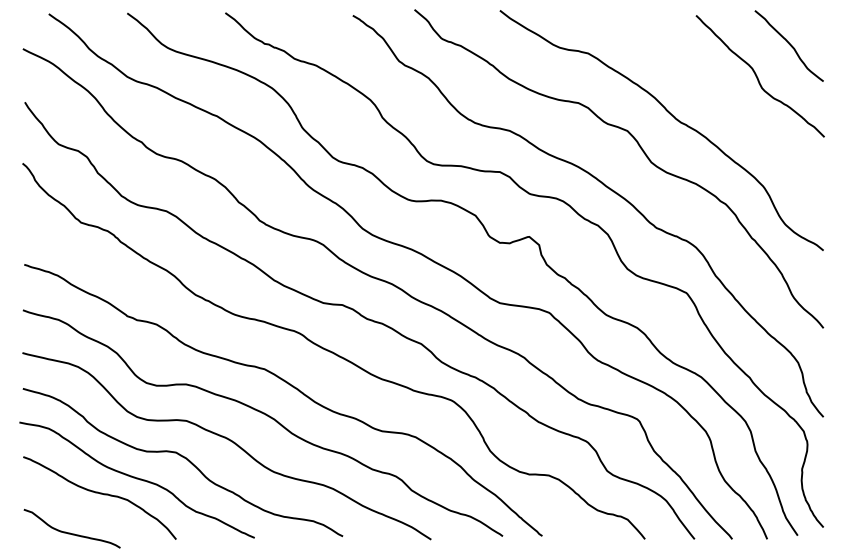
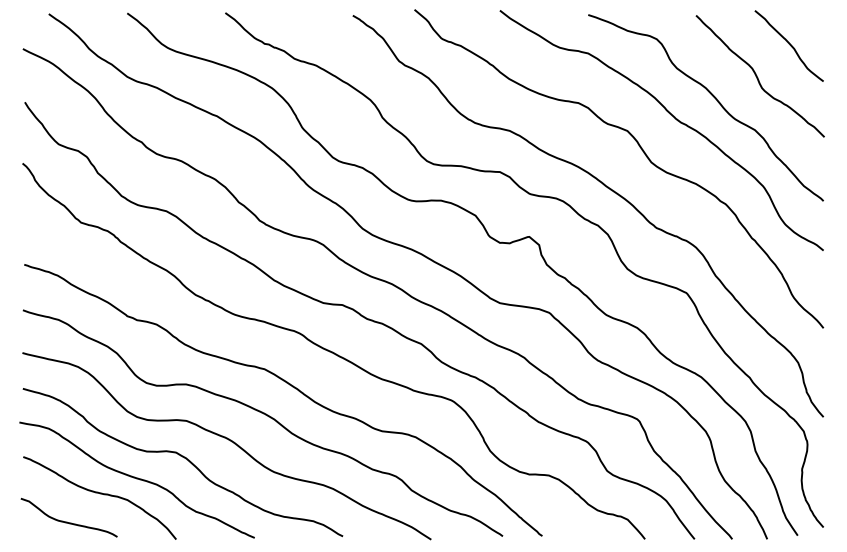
curve at (714, 98): none -> present
curve at (70, 532) position: (70, 532) -> (67, 521)
